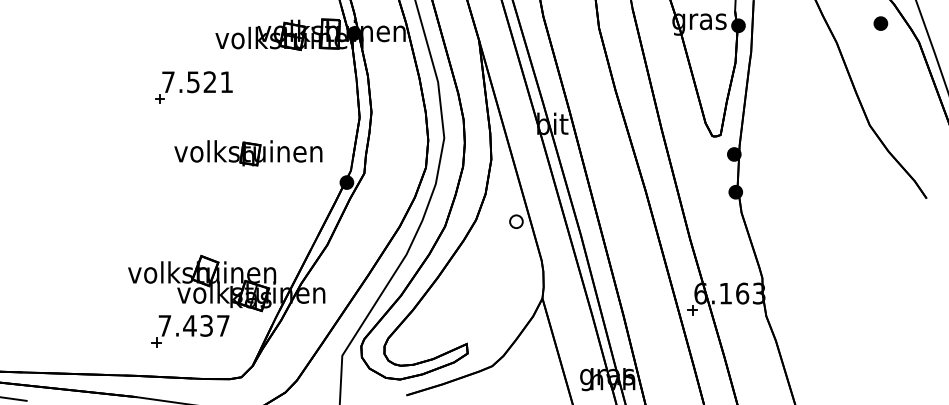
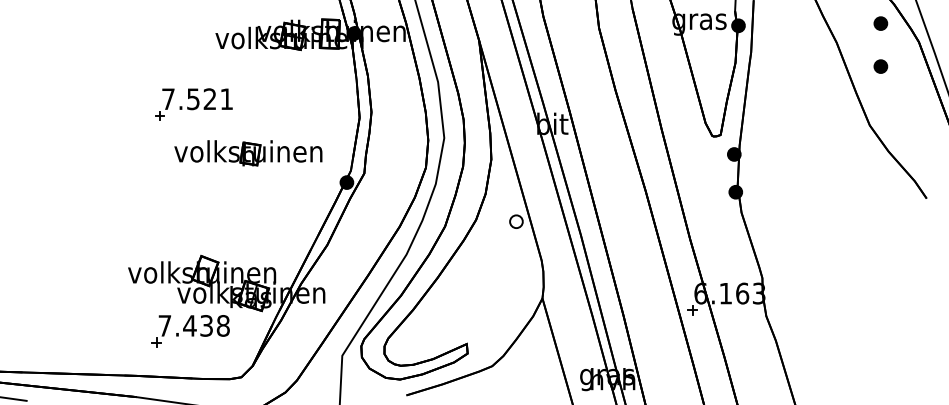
part at (880, 66): none -> present
part at (193, 87) position: (193, 87) -> (193, 104)
text at (222, 325): 7.437 -> 7.438
